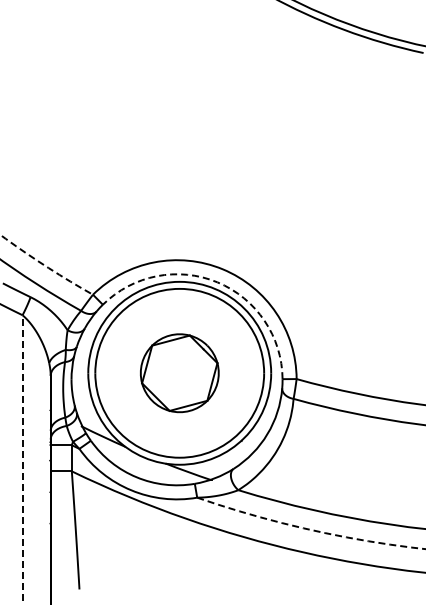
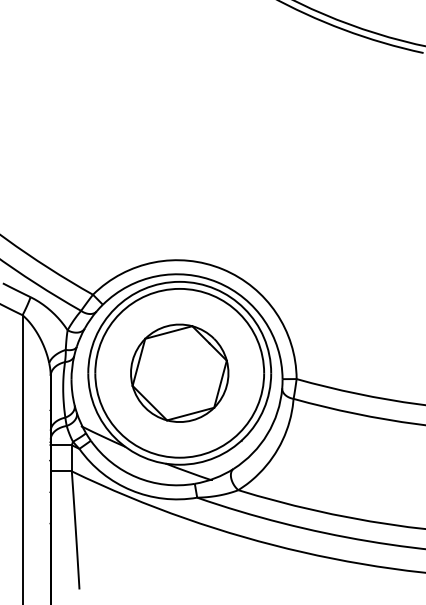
arc at (46, 266): dashed -> solid
arc at (217, 282): dashed -> solid
part at (179, 373) size: 80x81 px -> 100x100 px
line at (22, 460): dashed -> solid
arc at (310, 529): dashed -> solid
